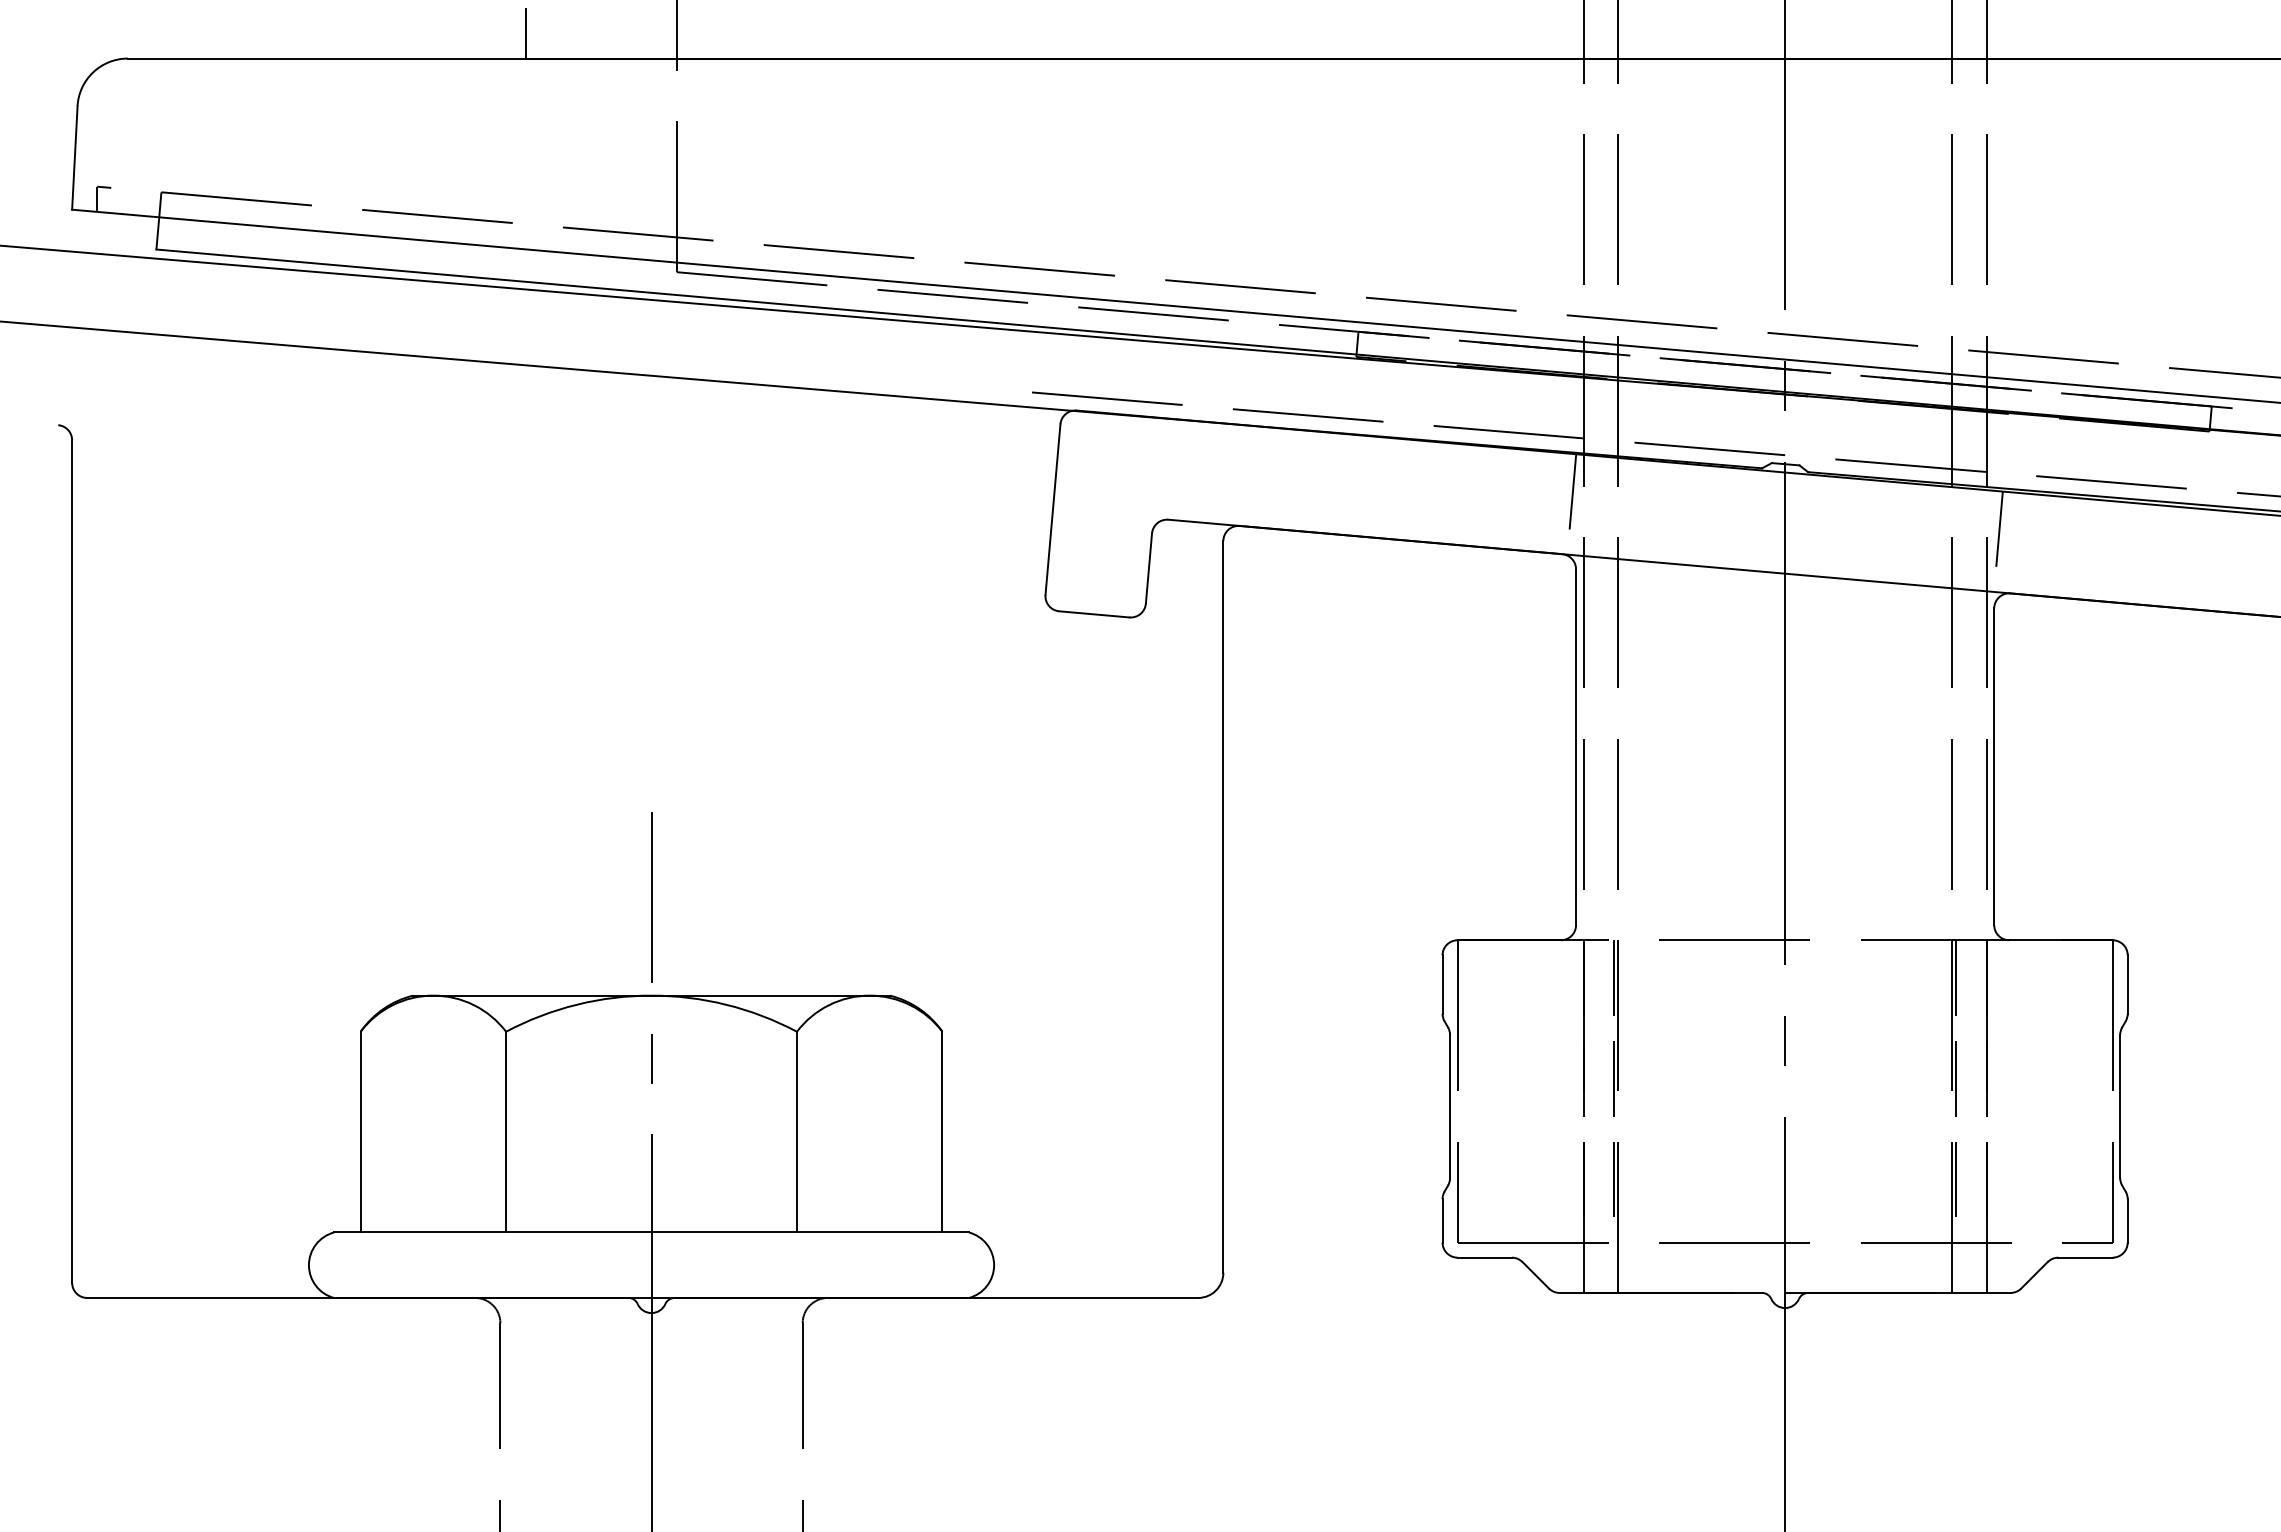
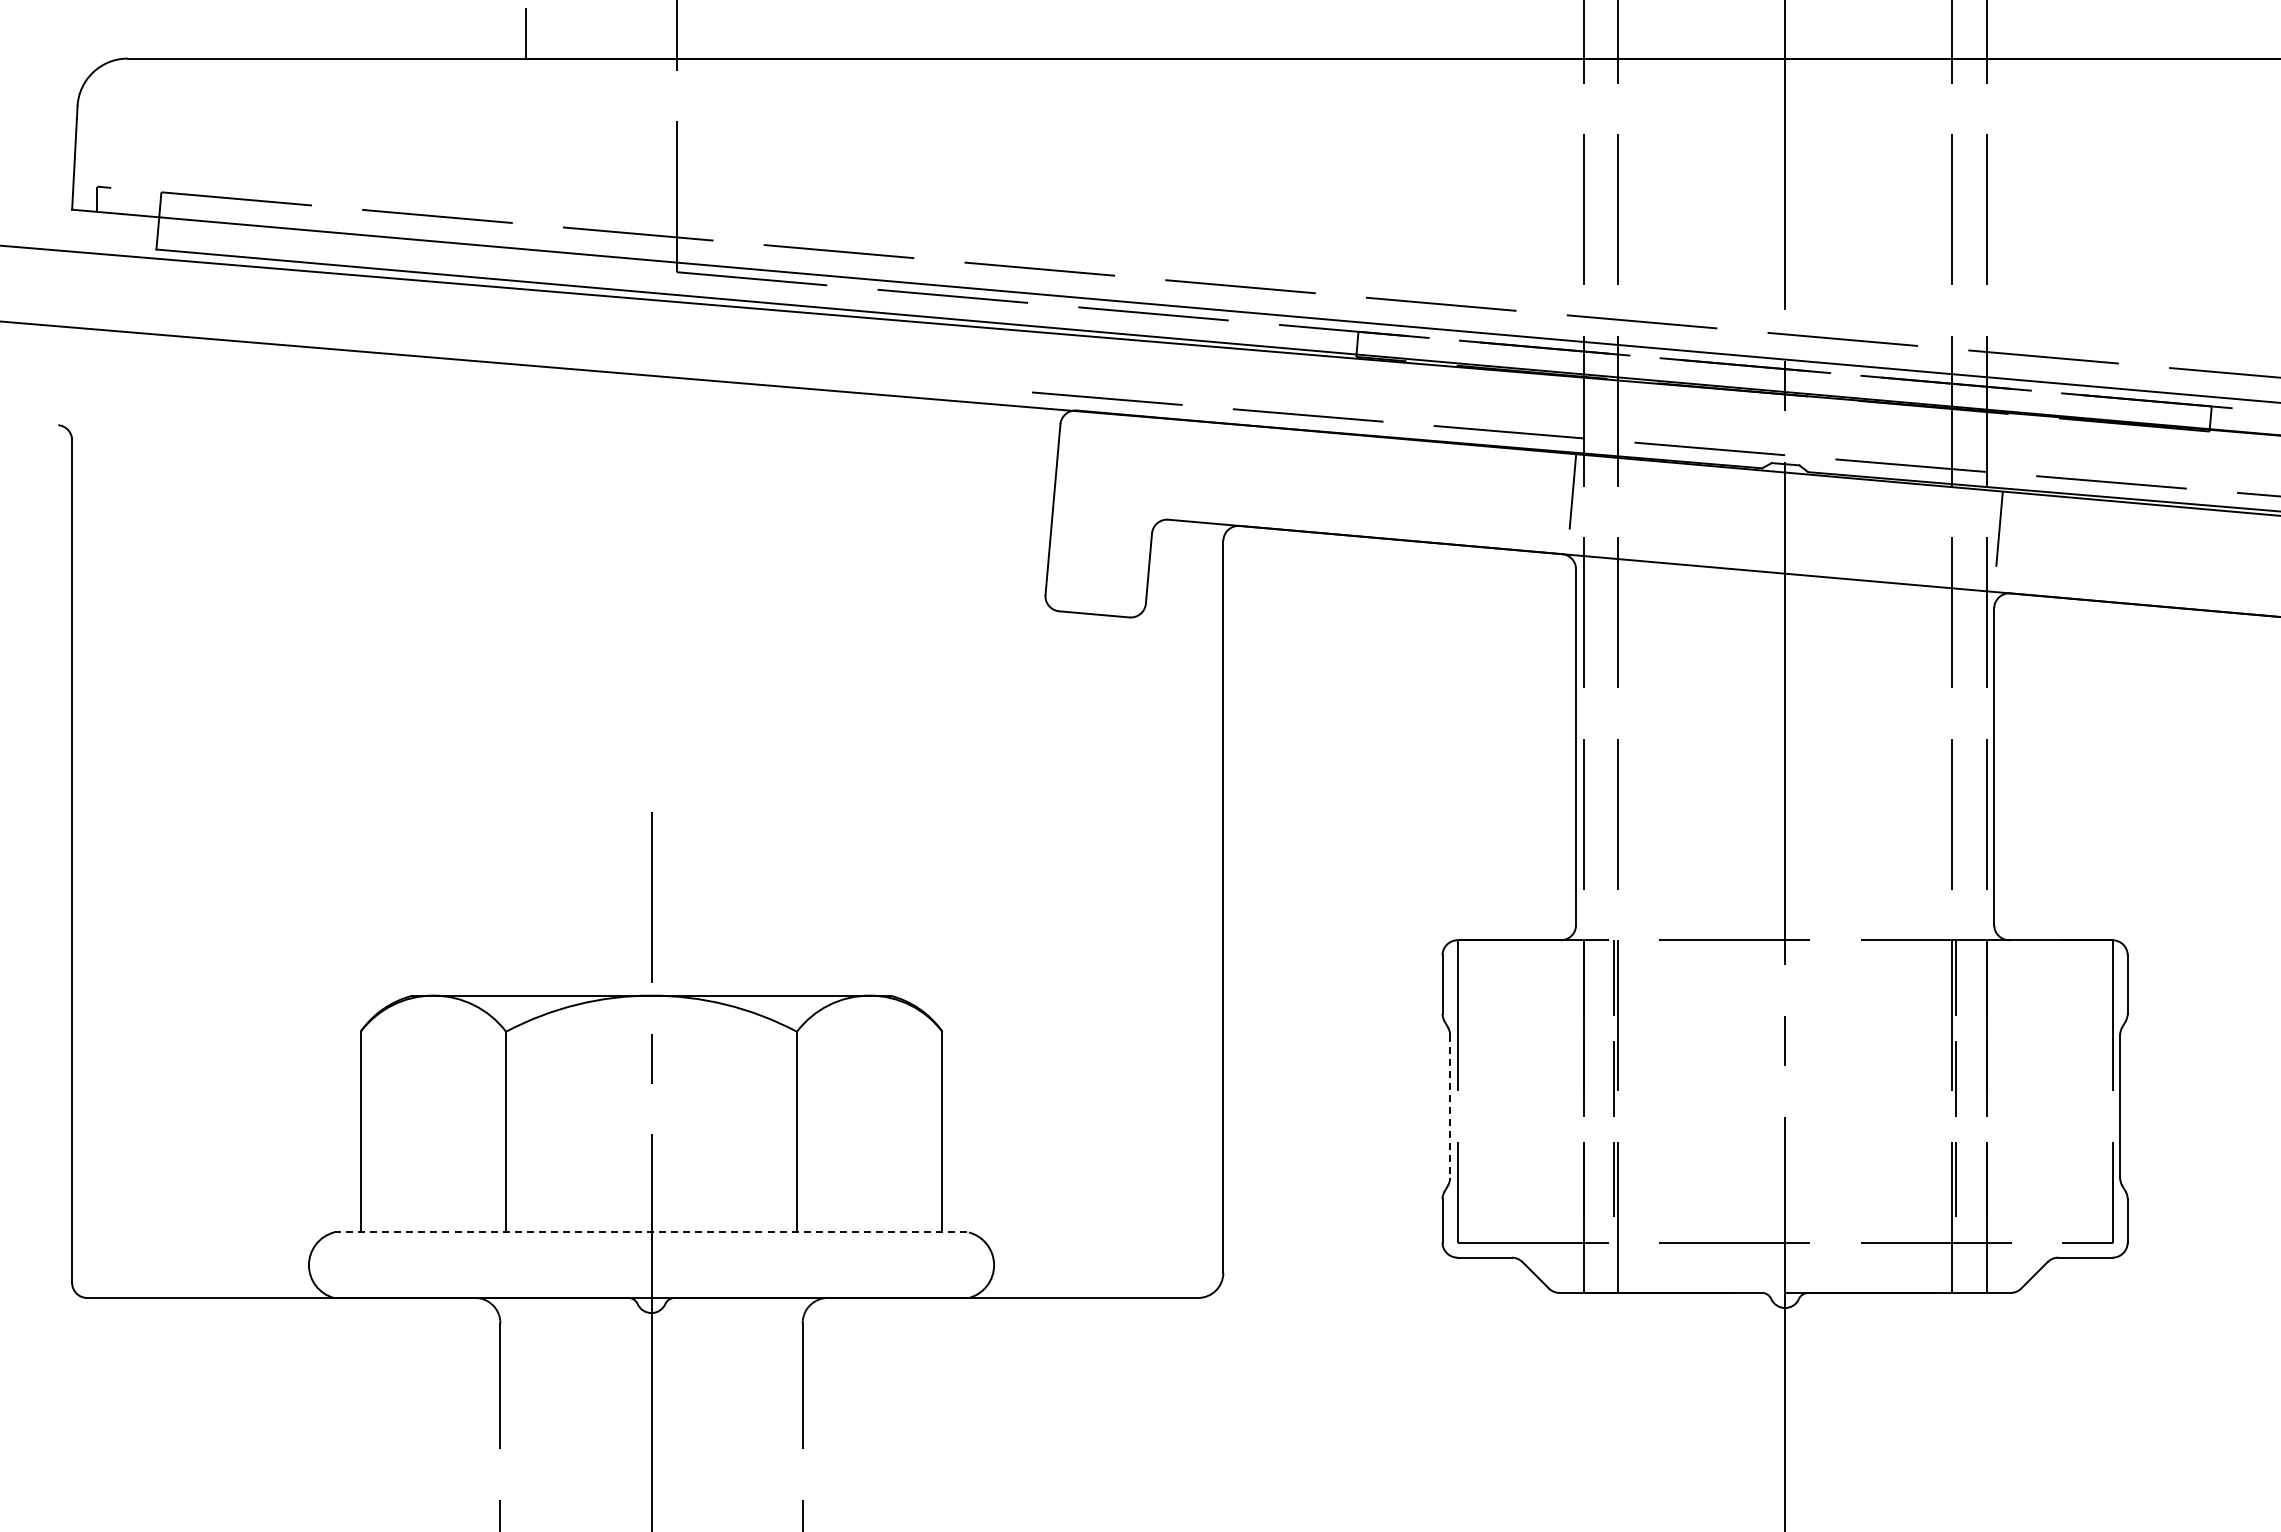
line at (1450, 1106): solid -> dashed
line at (652, 1232): solid -> dashed
